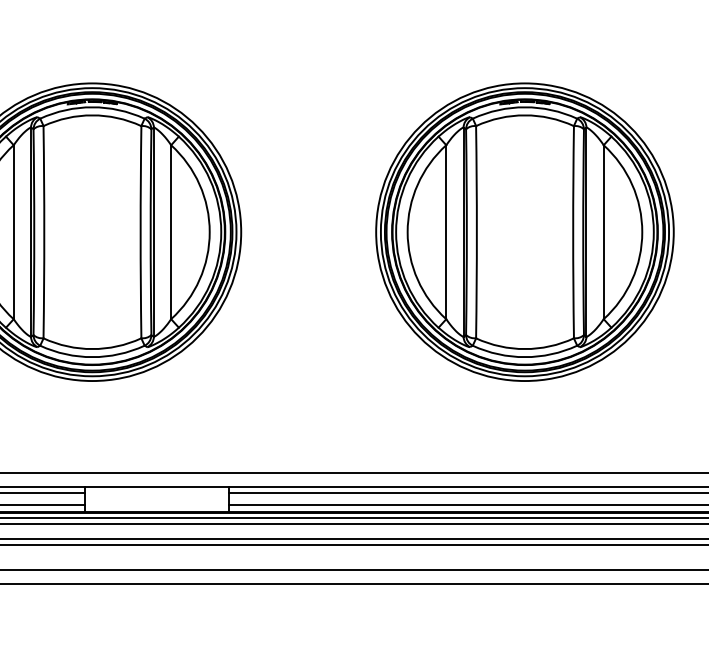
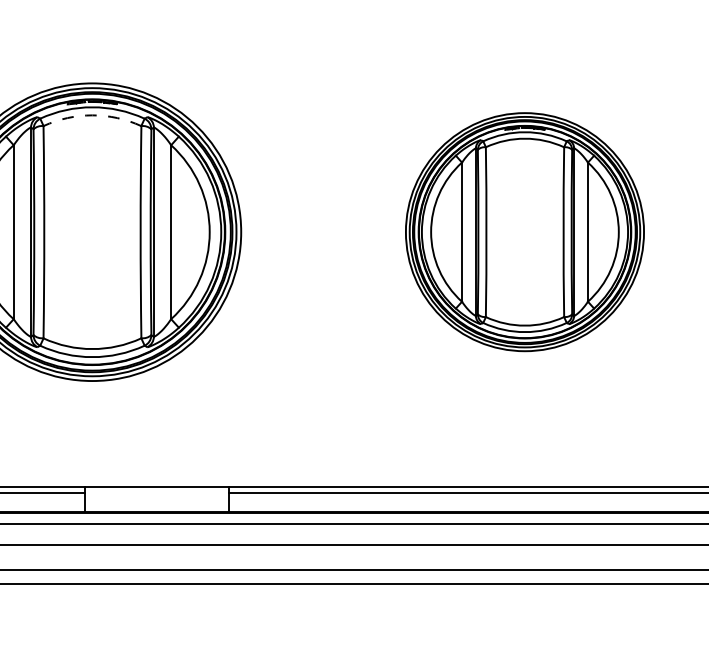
arc at (92, 115): solid -> dashed
part at (524, 231) size: 300x300 px -> 240x241 px
line at (353, 473): present -> none
line at (43, 504): present -> none
line at (466, 504): present -> none
line at (353, 518): present -> none
line at (353, 539): present -> none
